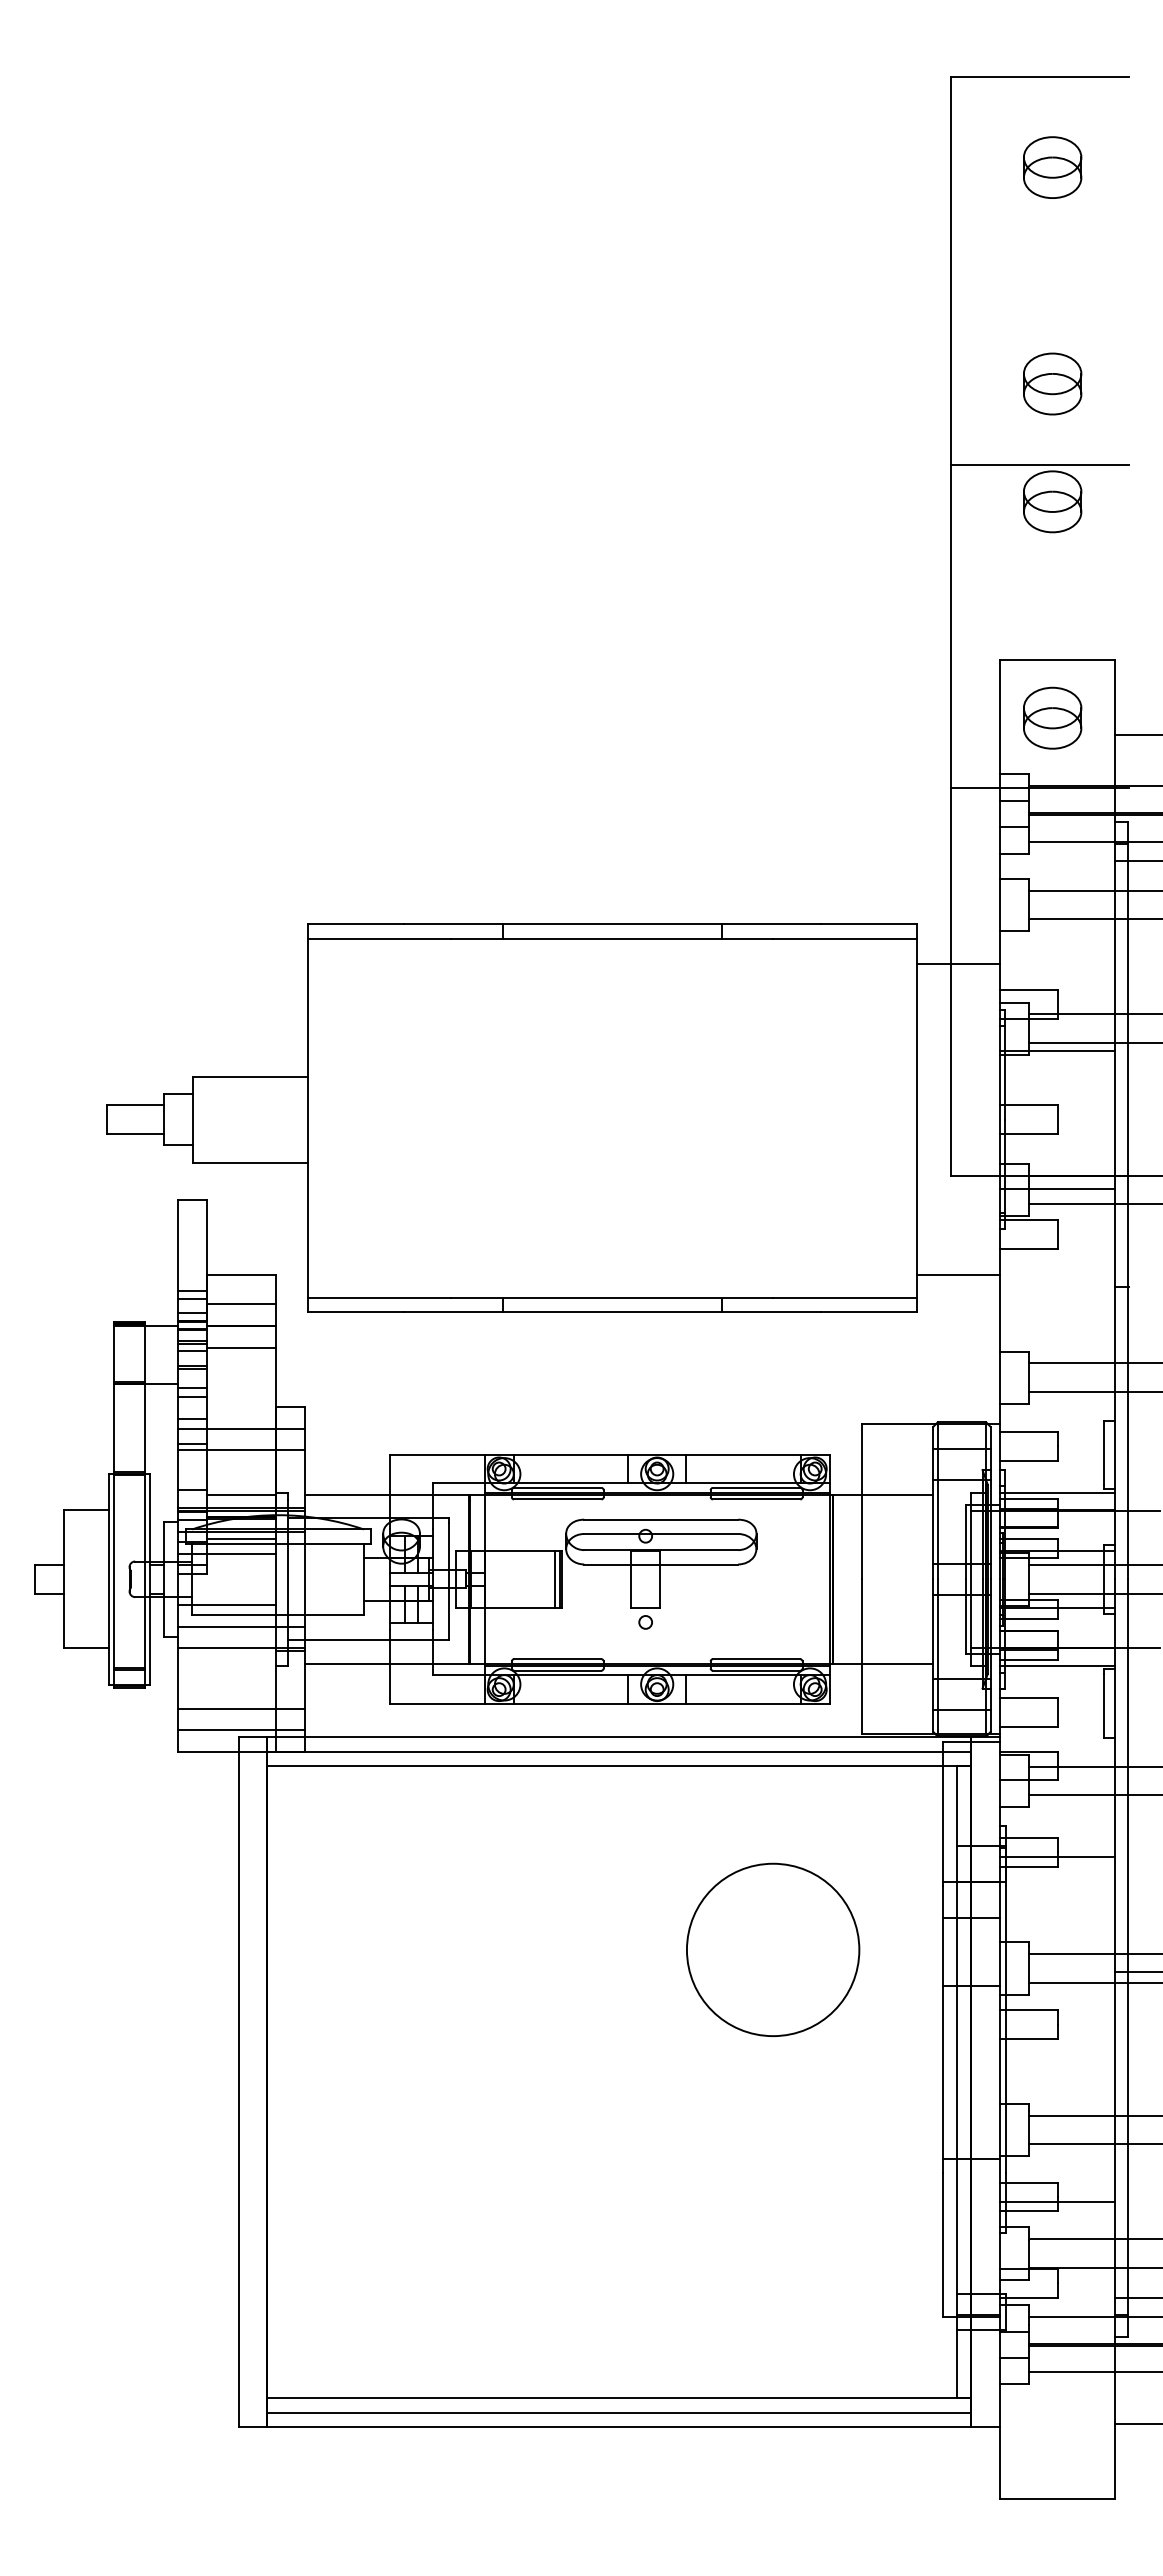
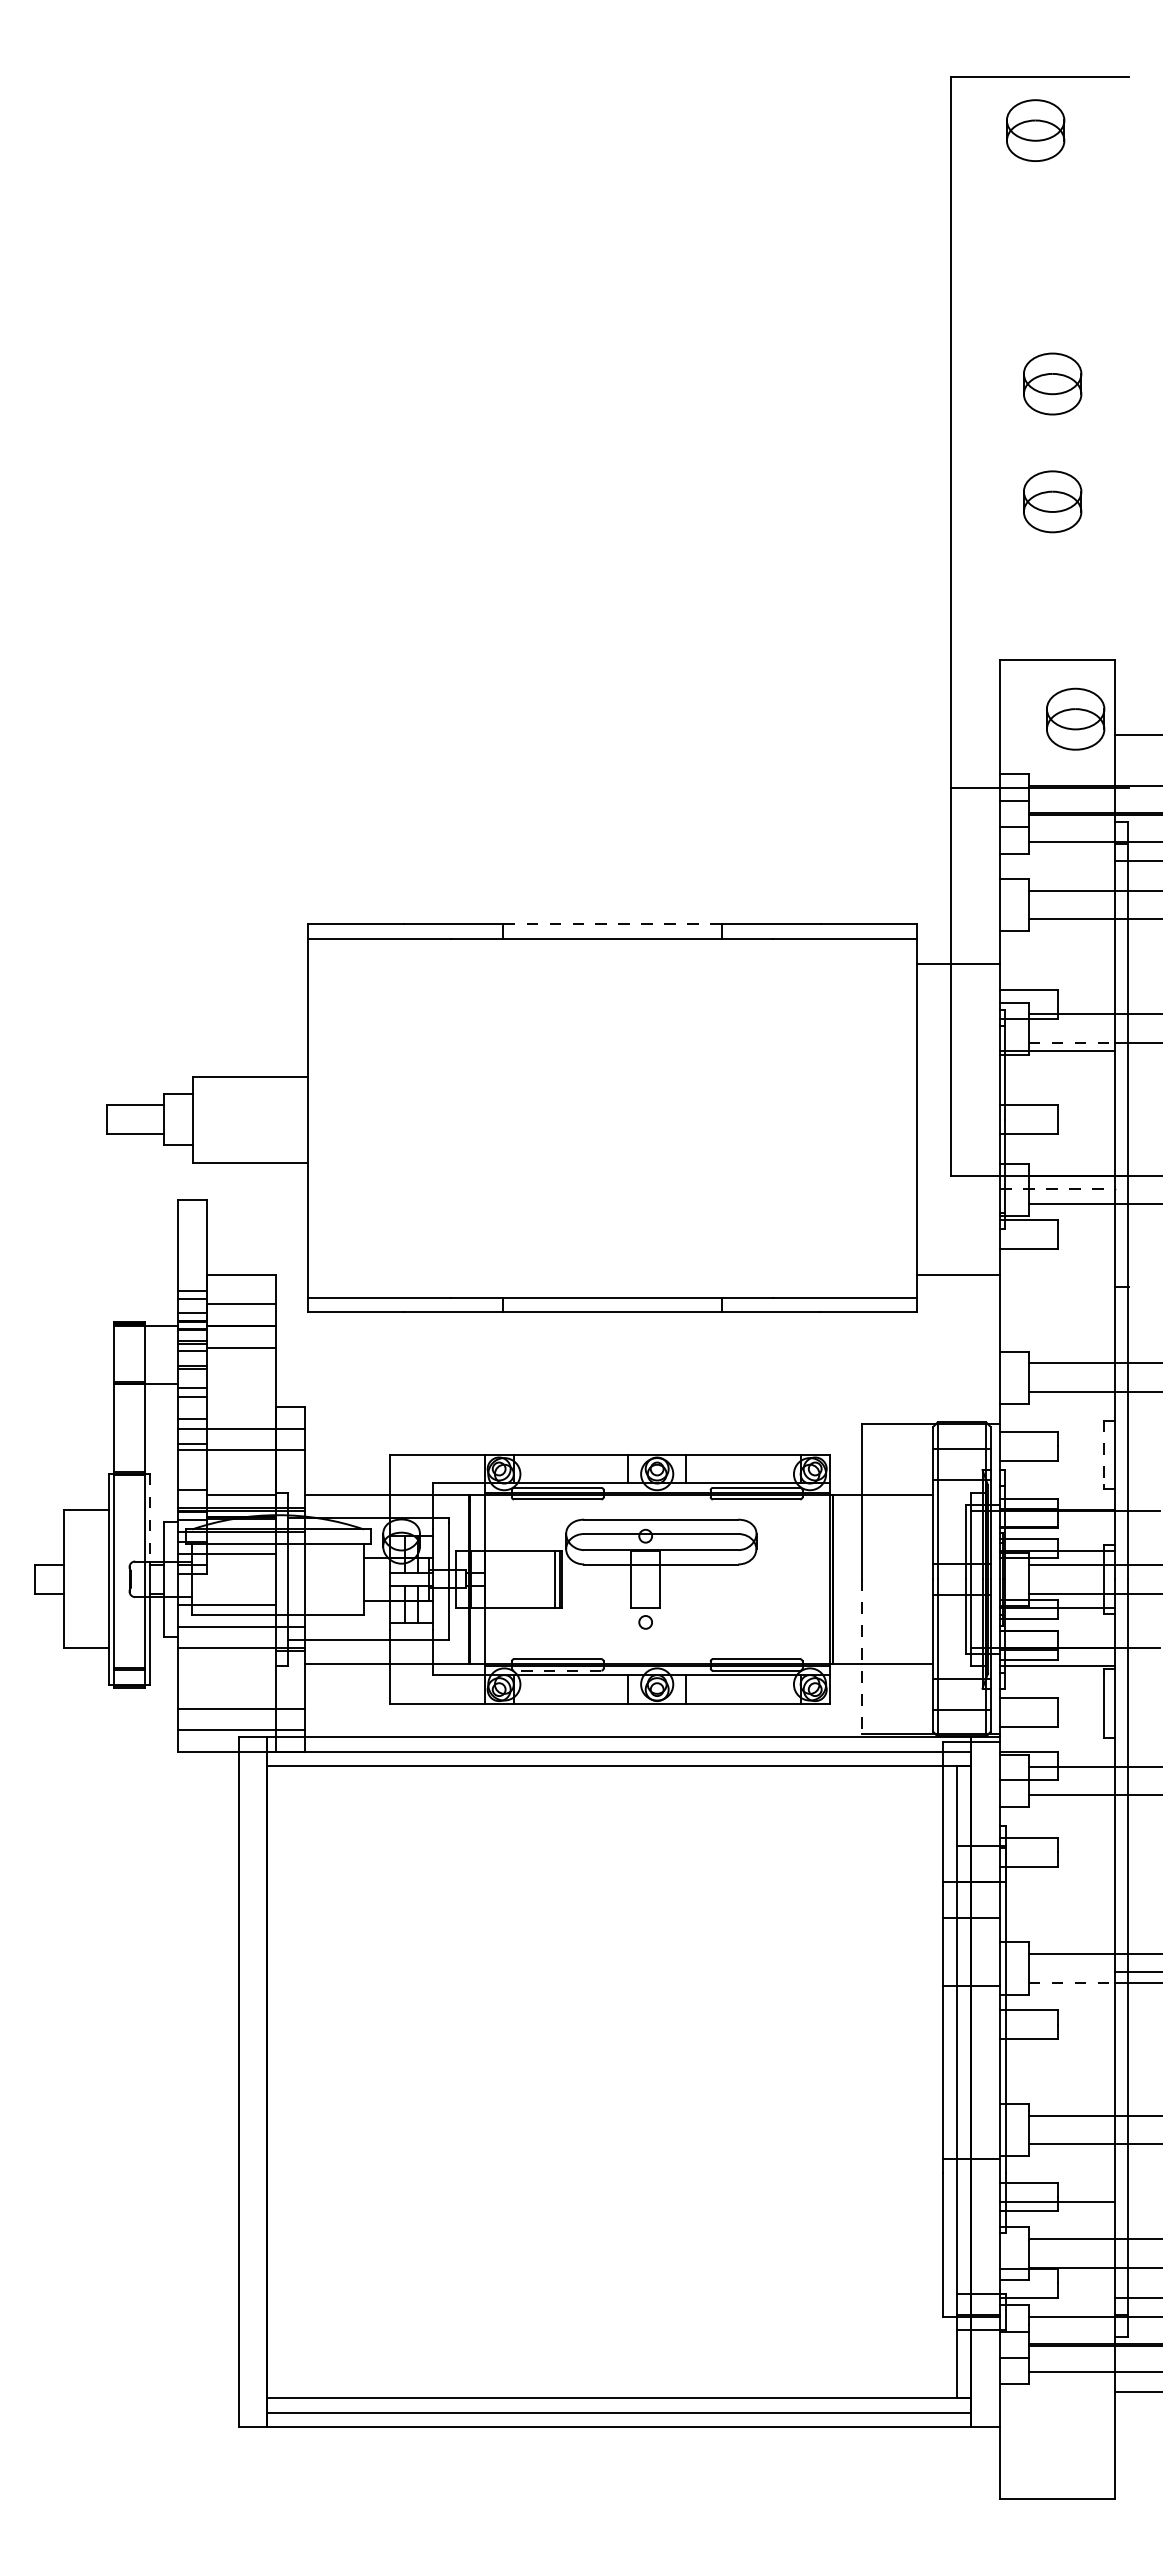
part at (1052, 167) position: (1052, 167) -> (1035, 130)
line at (1039, 465): present -> none
part at (1052, 717) position: (1052, 717) -> (1075, 718)
line at (612, 924): solid -> dashed
line at (1072, 1043): solid -> dashed
line at (1058, 1188): solid -> dashed
line at (1103, 1453): solid -> dashed
line at (1057, 1493): present -> none
line at (149, 1517): solid -> dashed
line at (241, 1538): present -> none
line at (862, 1656): solid -> dashed
line at (557, 1670): solid -> dashed
line at (1057, 1856): present -> none
circle at (773, 1949): present -> none
line at (1072, 1983): solid -> dashed
line at (1137, 2424) position: (1137, 2424) -> (1137, 2392)
